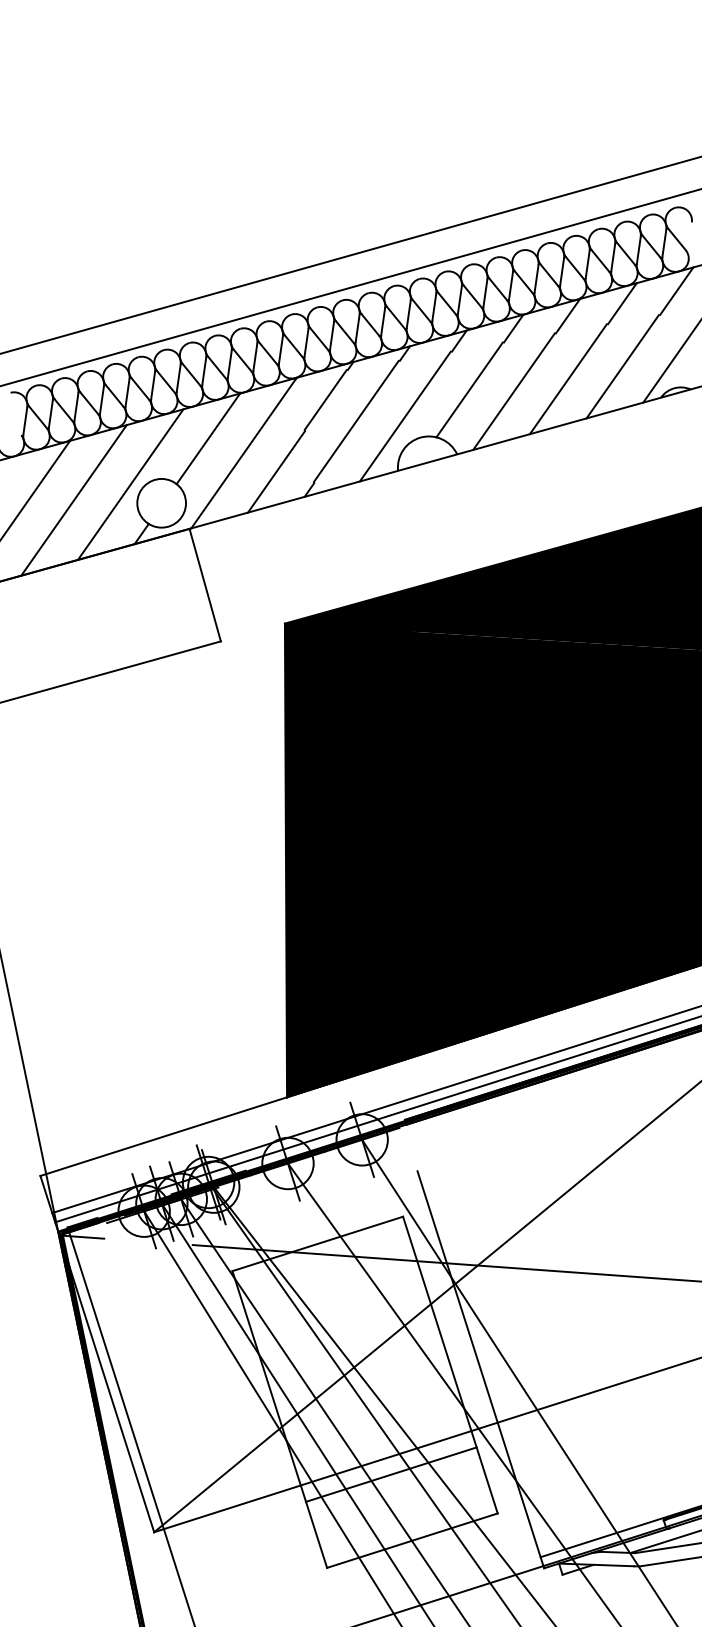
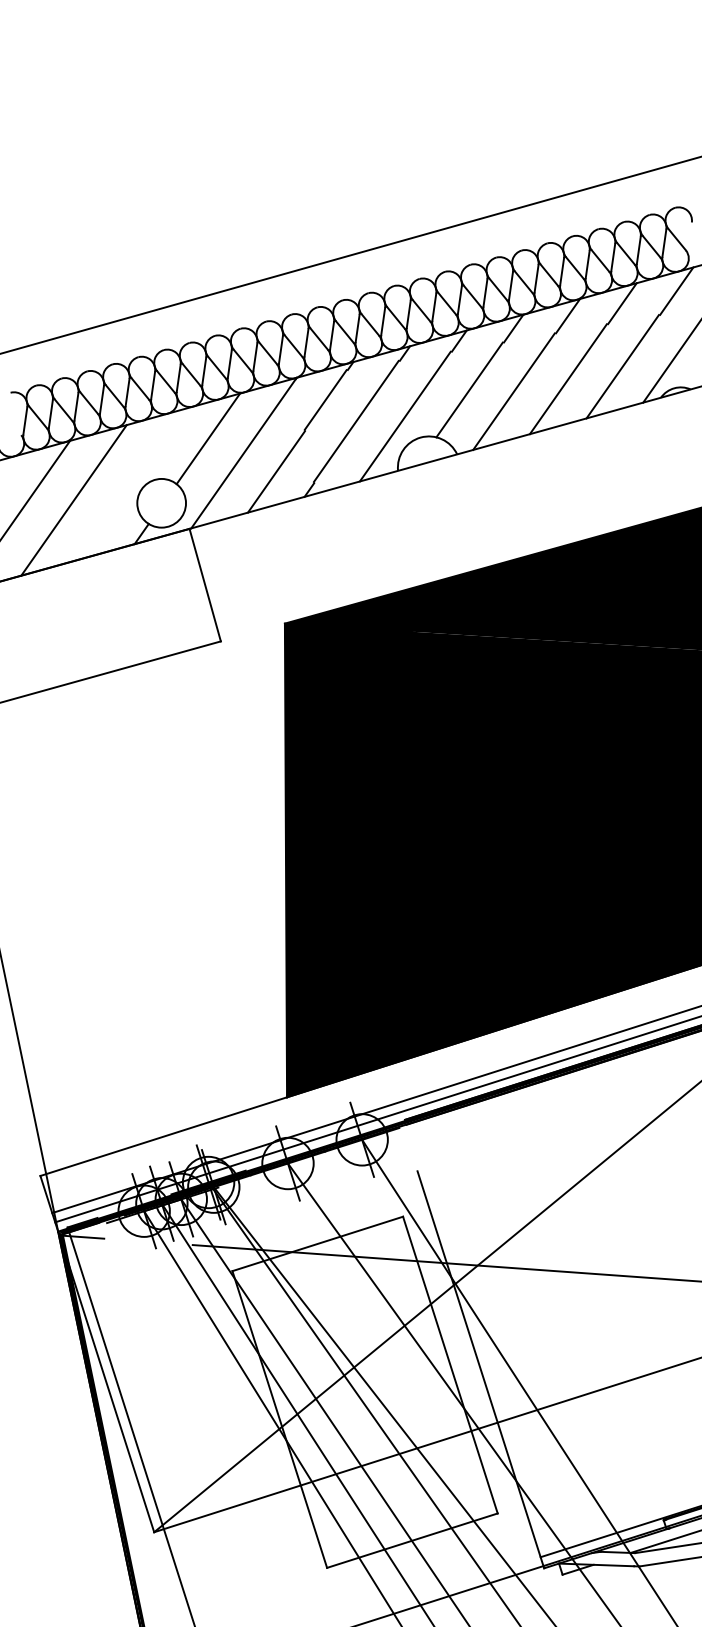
line at (350, 287): present -> none
line at (130, 484): present -> none
line at (391, 1474): present -> none
